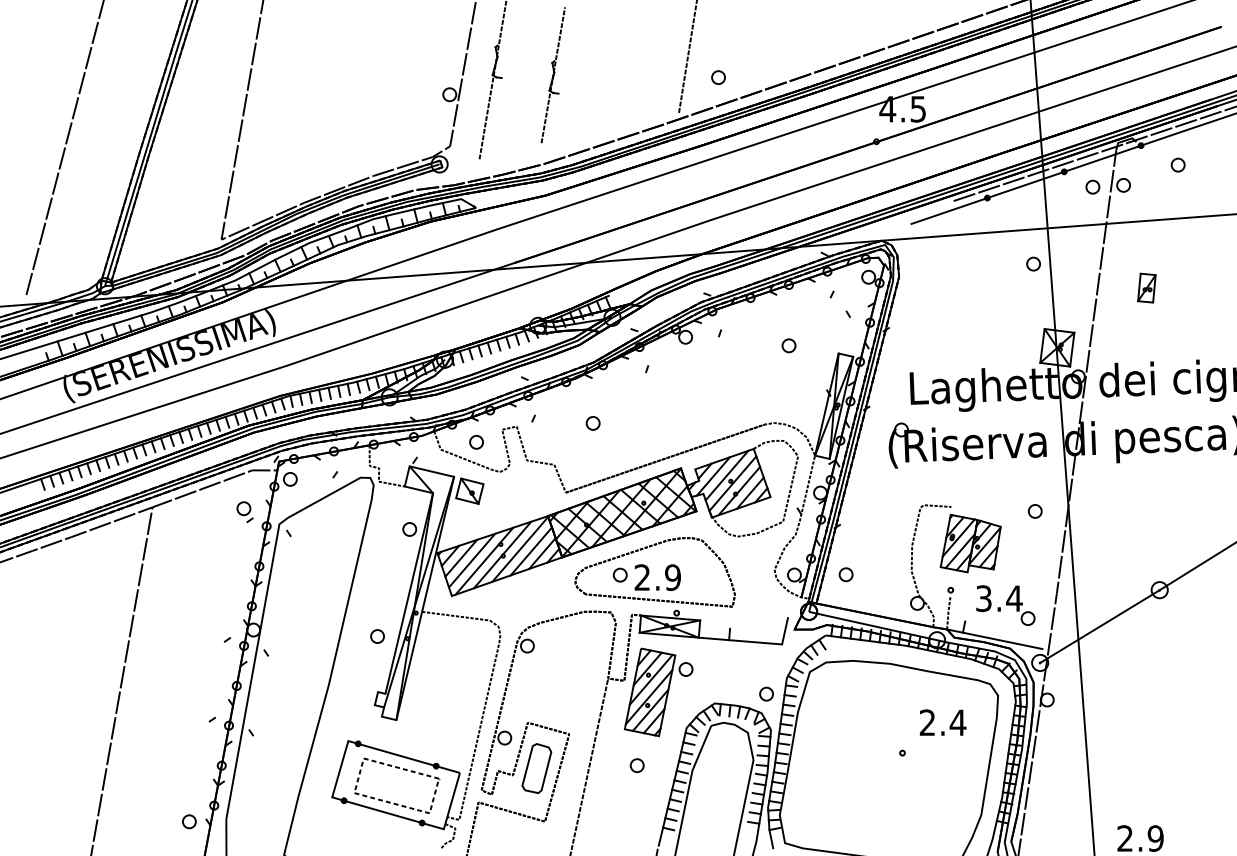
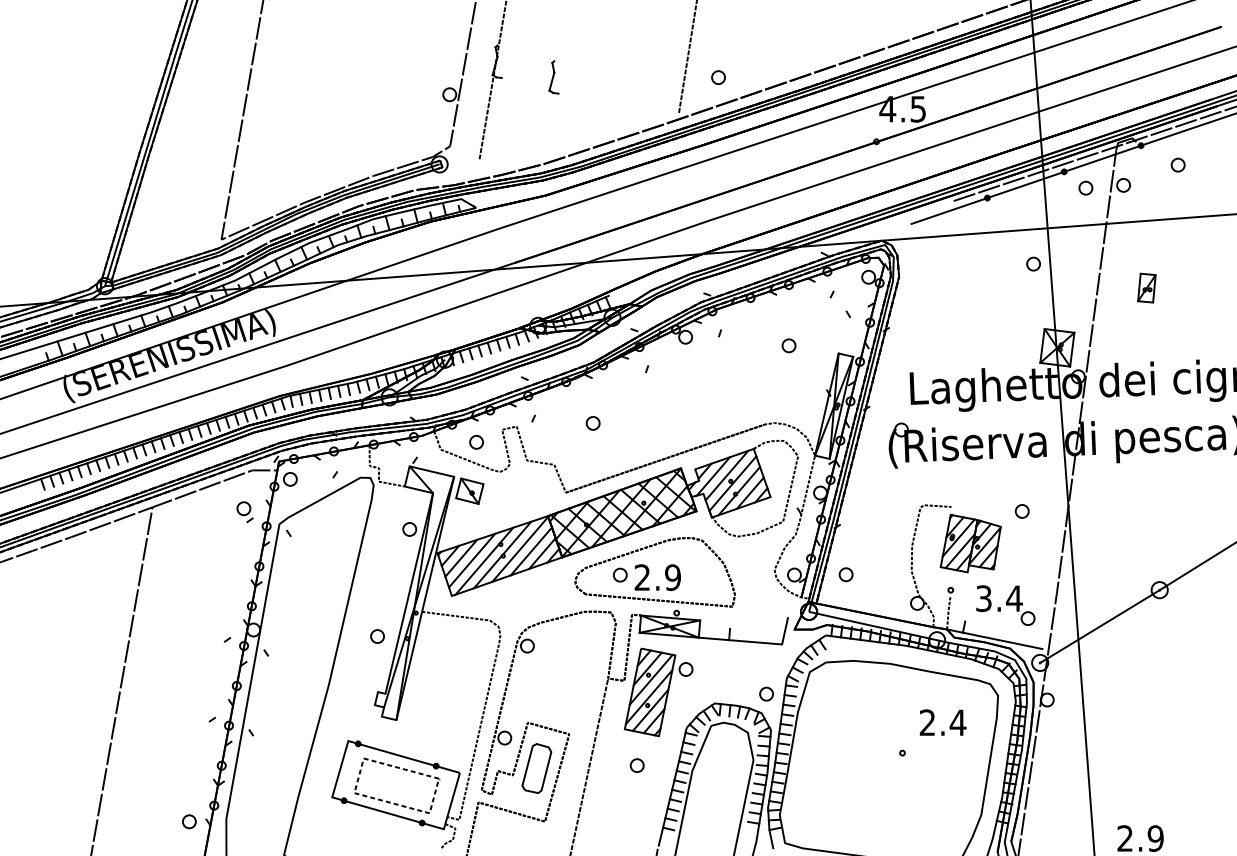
line at (553, 75): present -> none
line at (64, 148): present -> none
part at (1092, 186) position: (1092, 186) -> (1085, 187)
part at (1034, 511) position: (1034, 511) -> (1021, 511)
